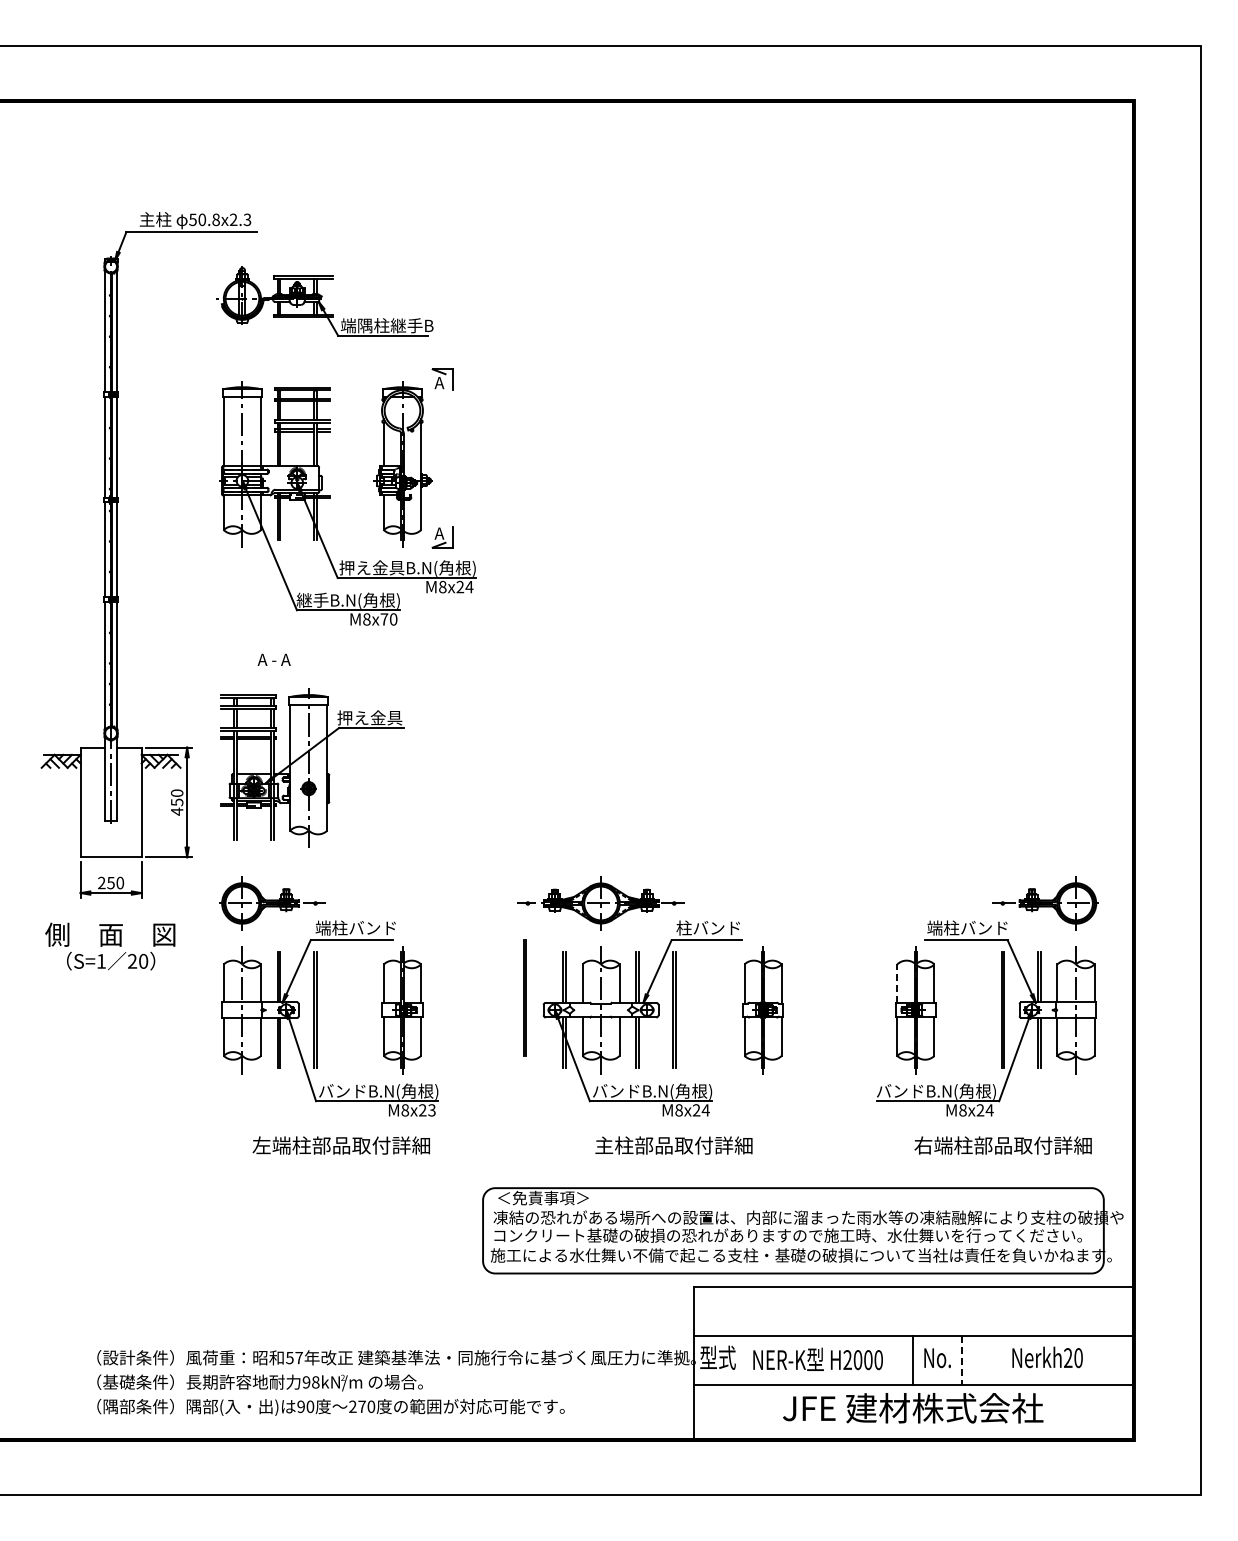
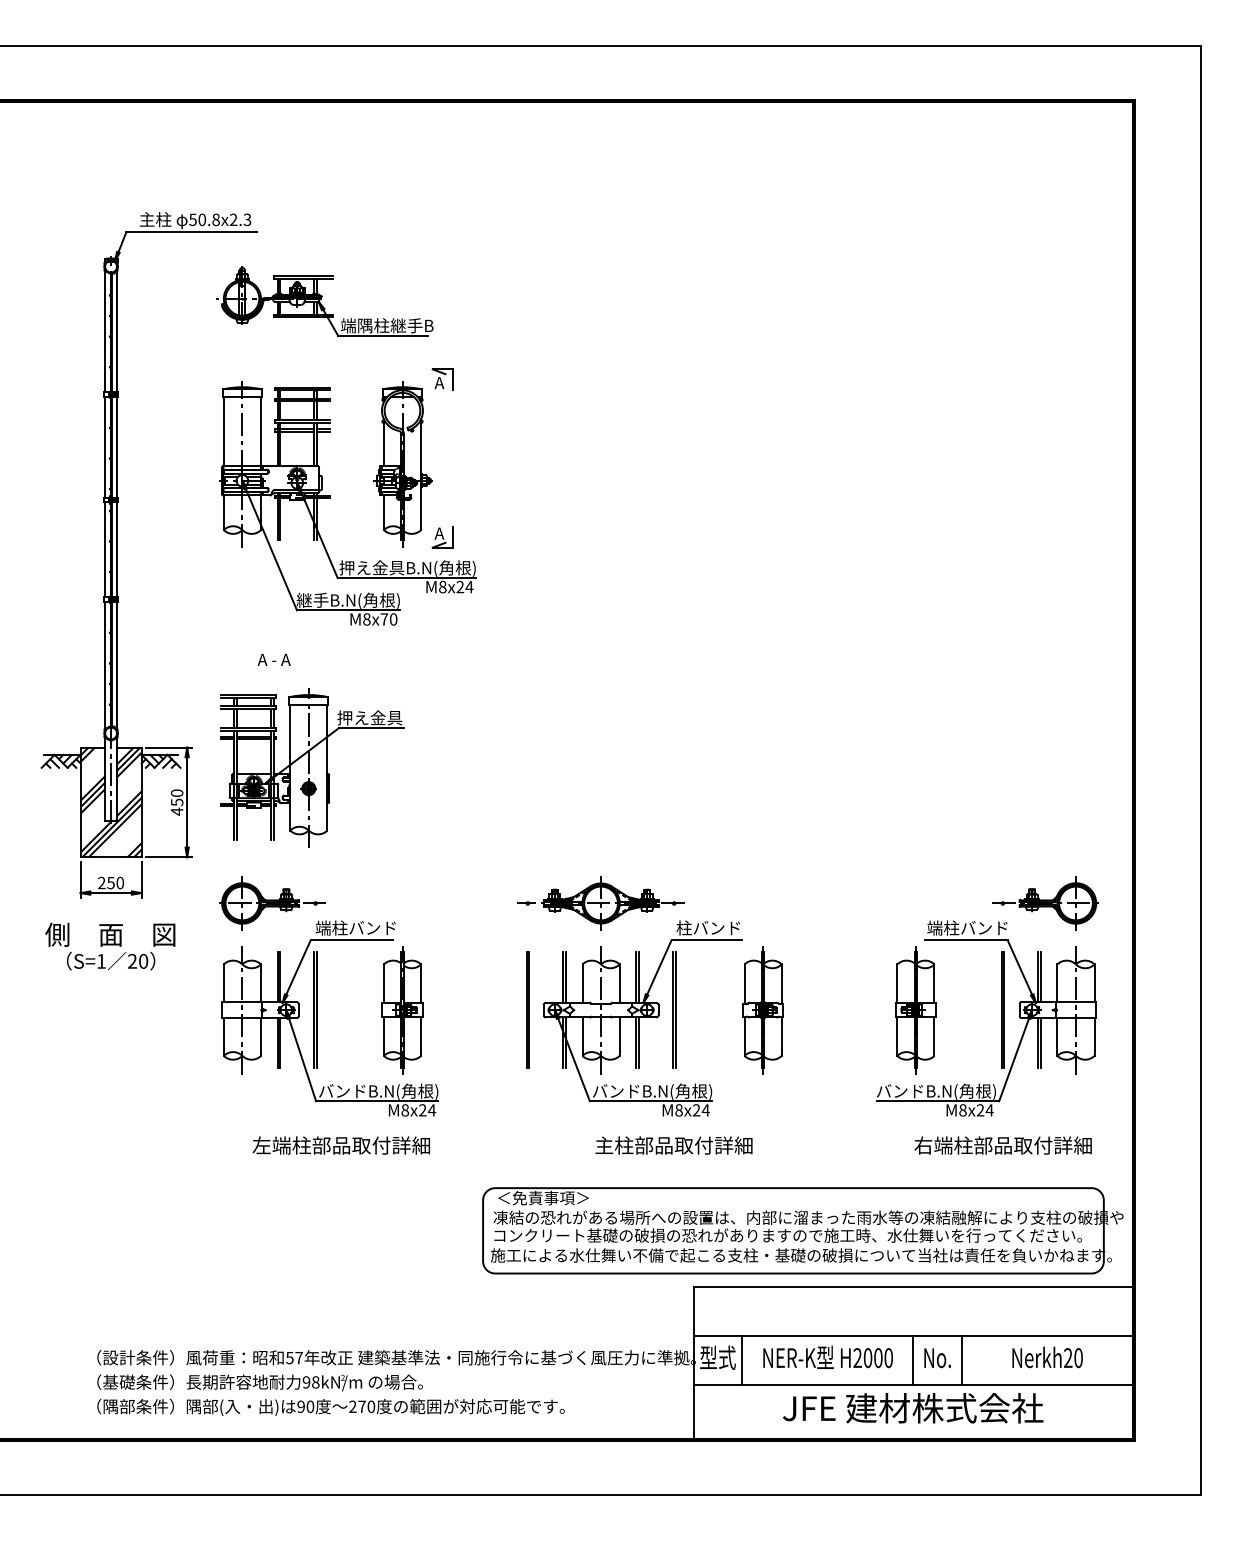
hatch at (110, 802): none -> present
line at (897, 983): dashed -> solid
line at (524, 997) position: (524, 997) -> (527, 1009)
text at (431, 1110): M8x23 -> M8x24
text at (817, 1358) position: (817, 1358) -> (827, 1356)
line at (742, 1360): none -> present
line at (961, 1361): dashed -> solid
